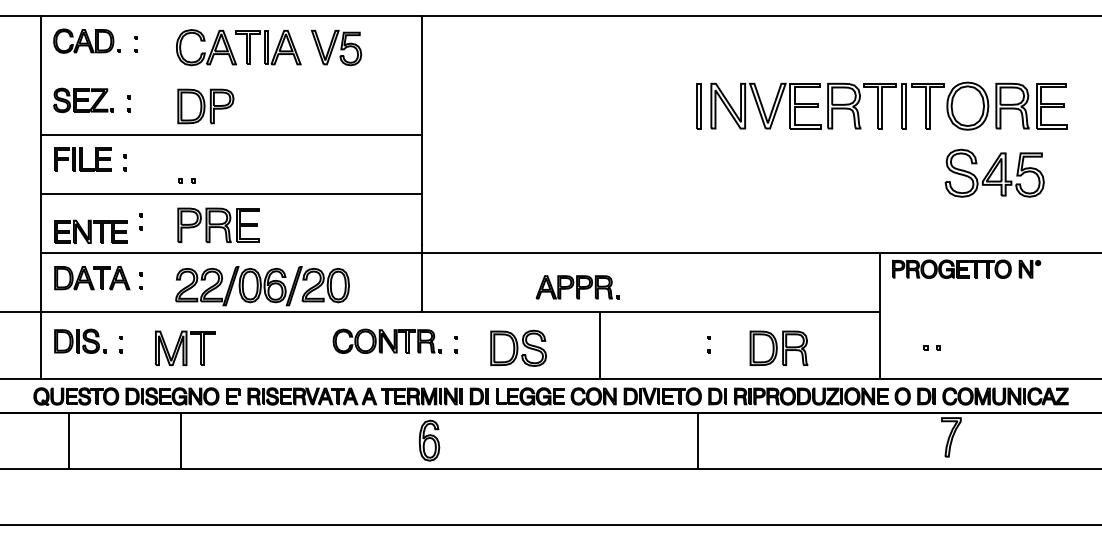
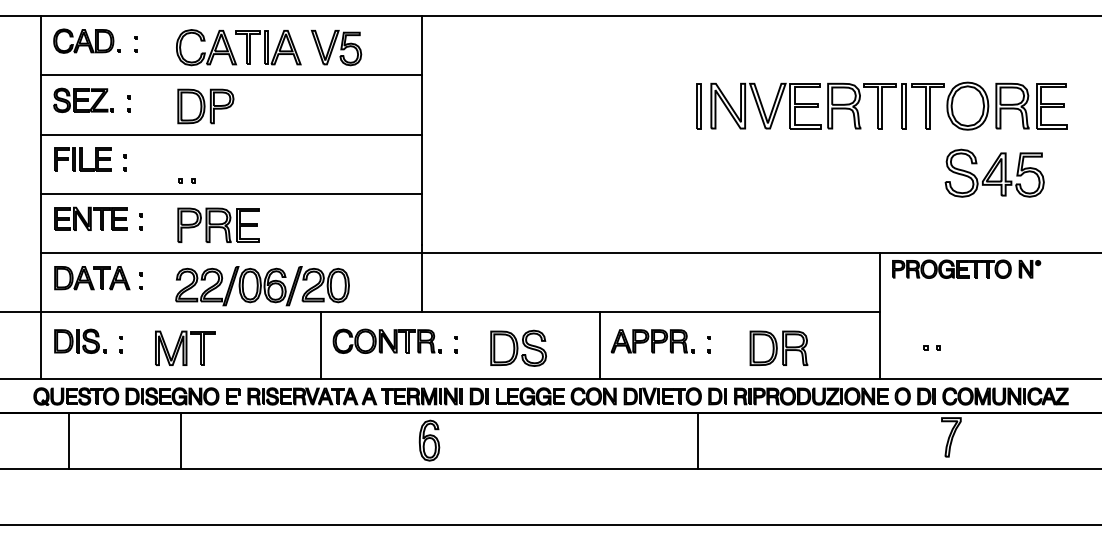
line at (231, 75): none -> present
part at (90, 231) position: (90, 231) -> (90, 218)
part at (577, 287) position: (577, 287) -> (652, 341)
line at (320, 345): none -> present
